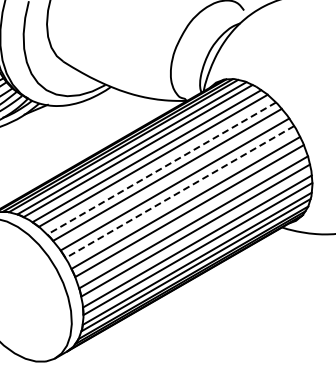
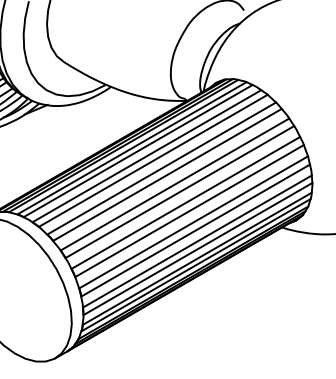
line at (161, 168): dashed -> solid
line at (179, 192): dashed -> solid
